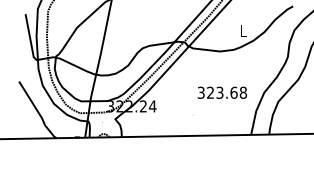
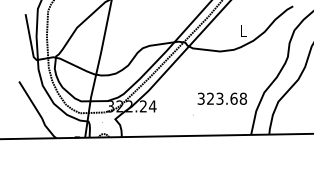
text at (221, 92) position: (221, 92) -> (221, 98)
